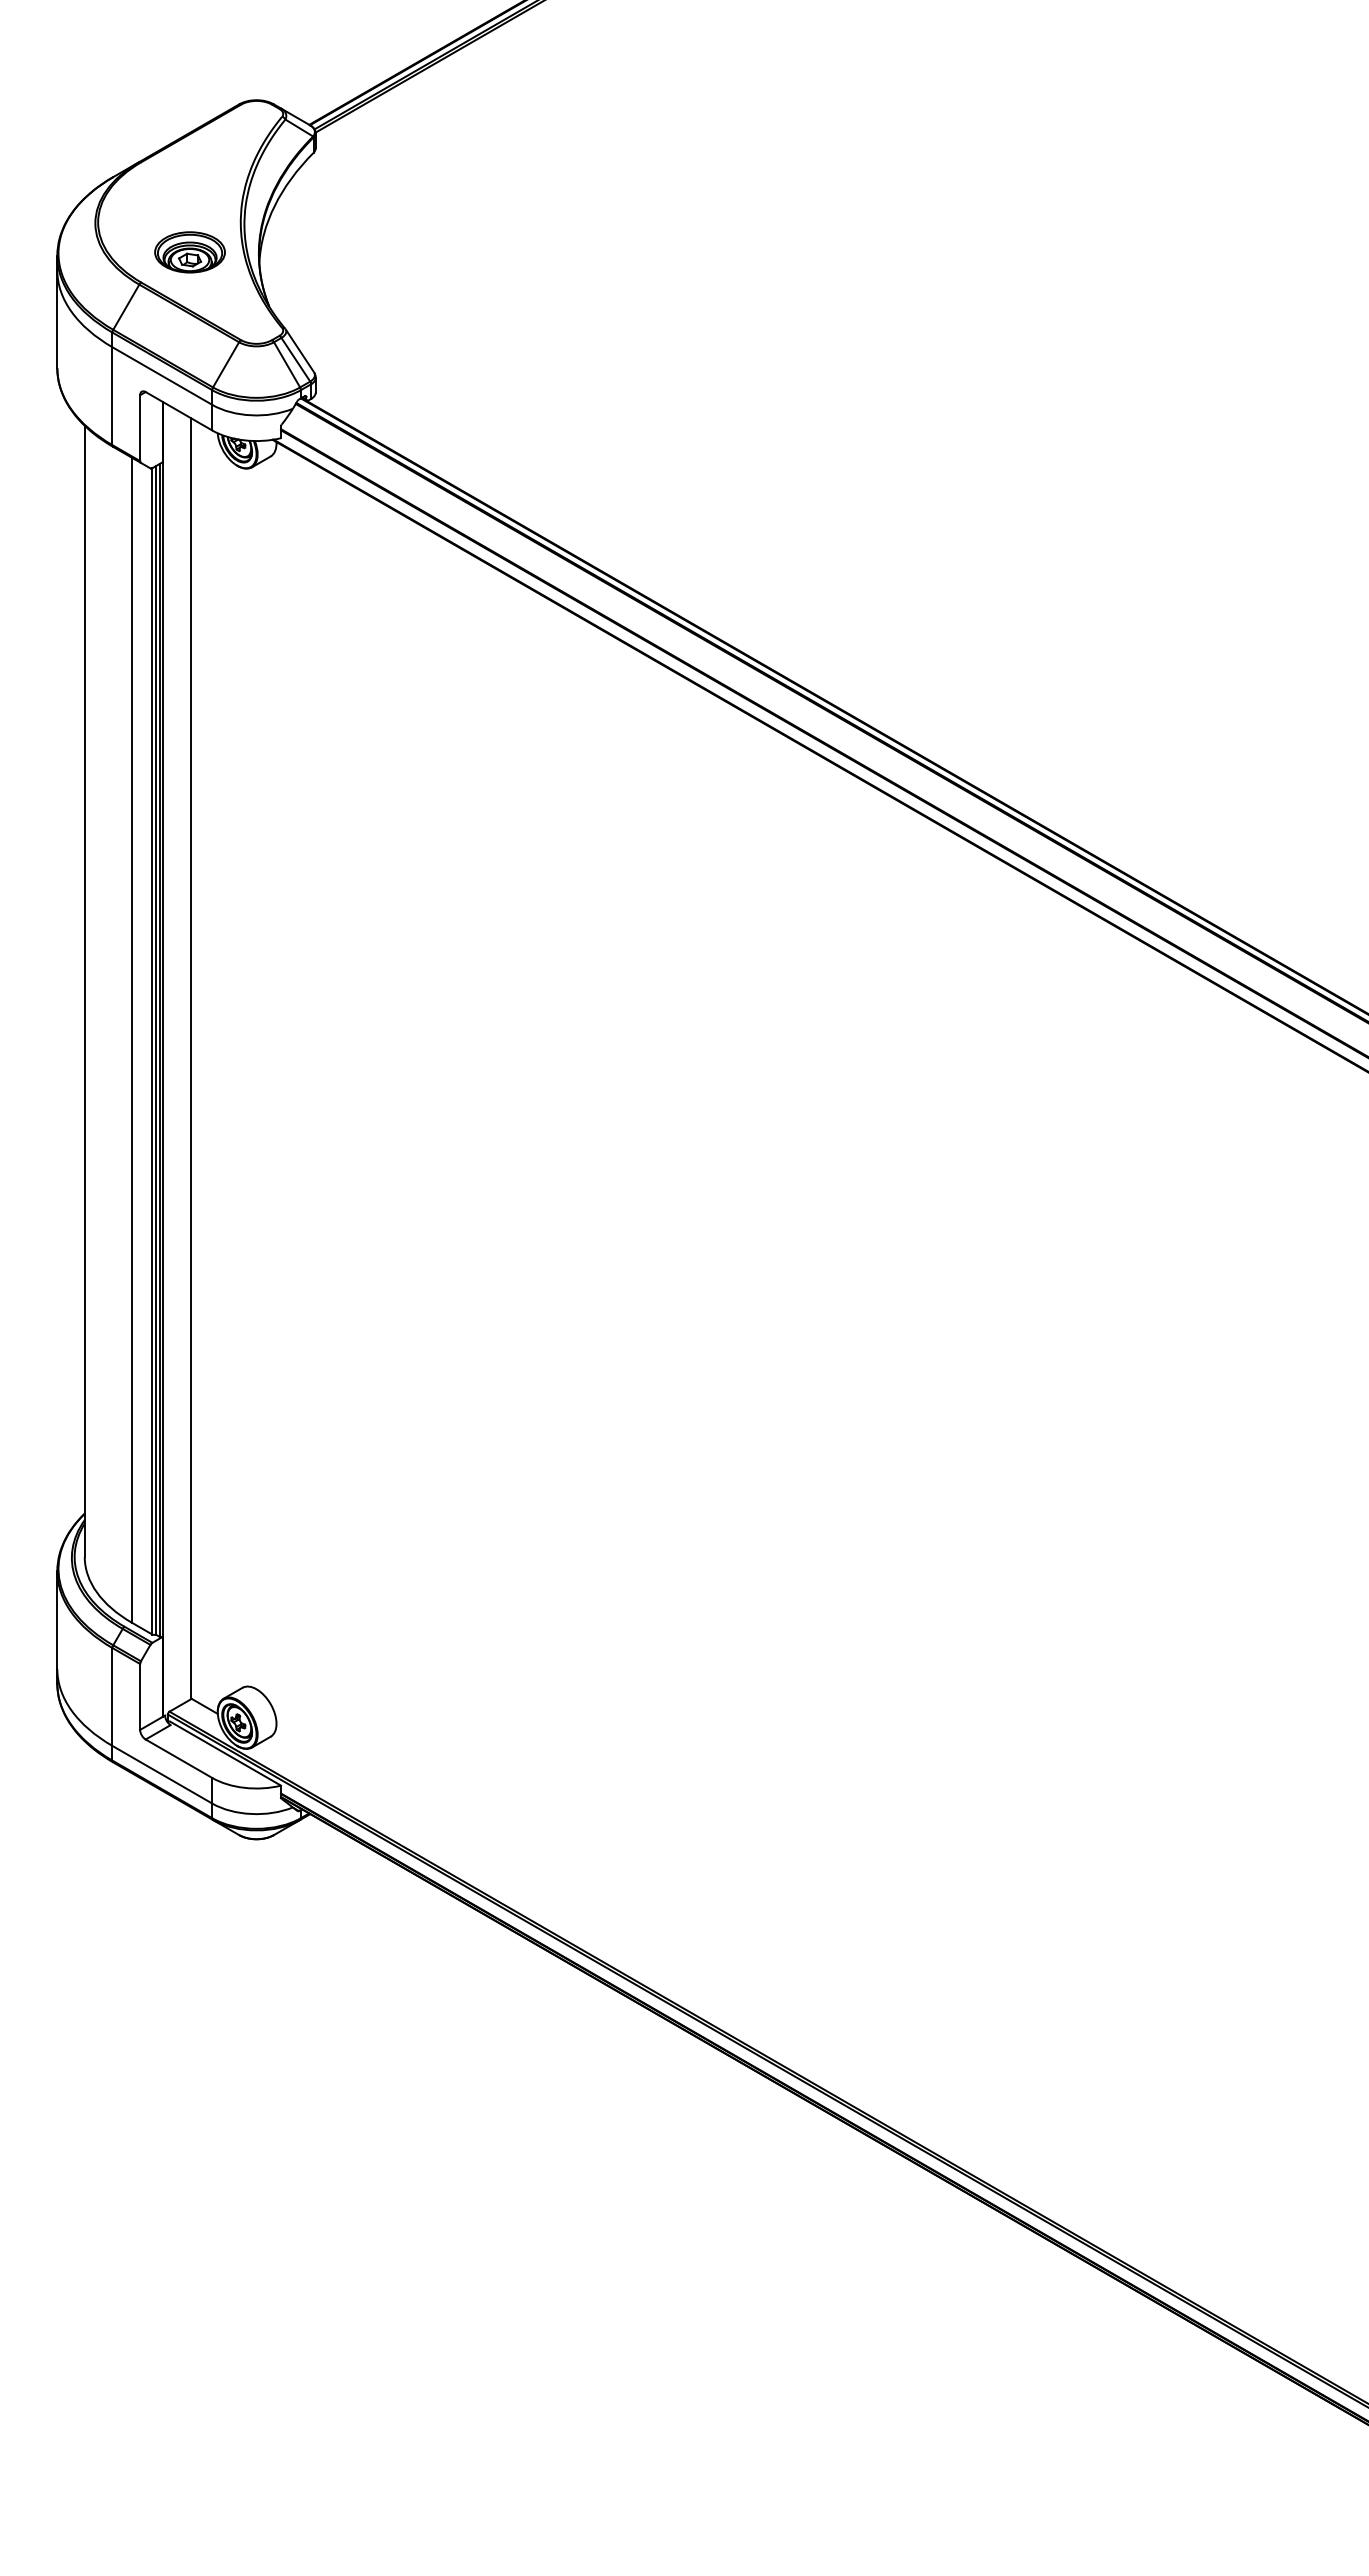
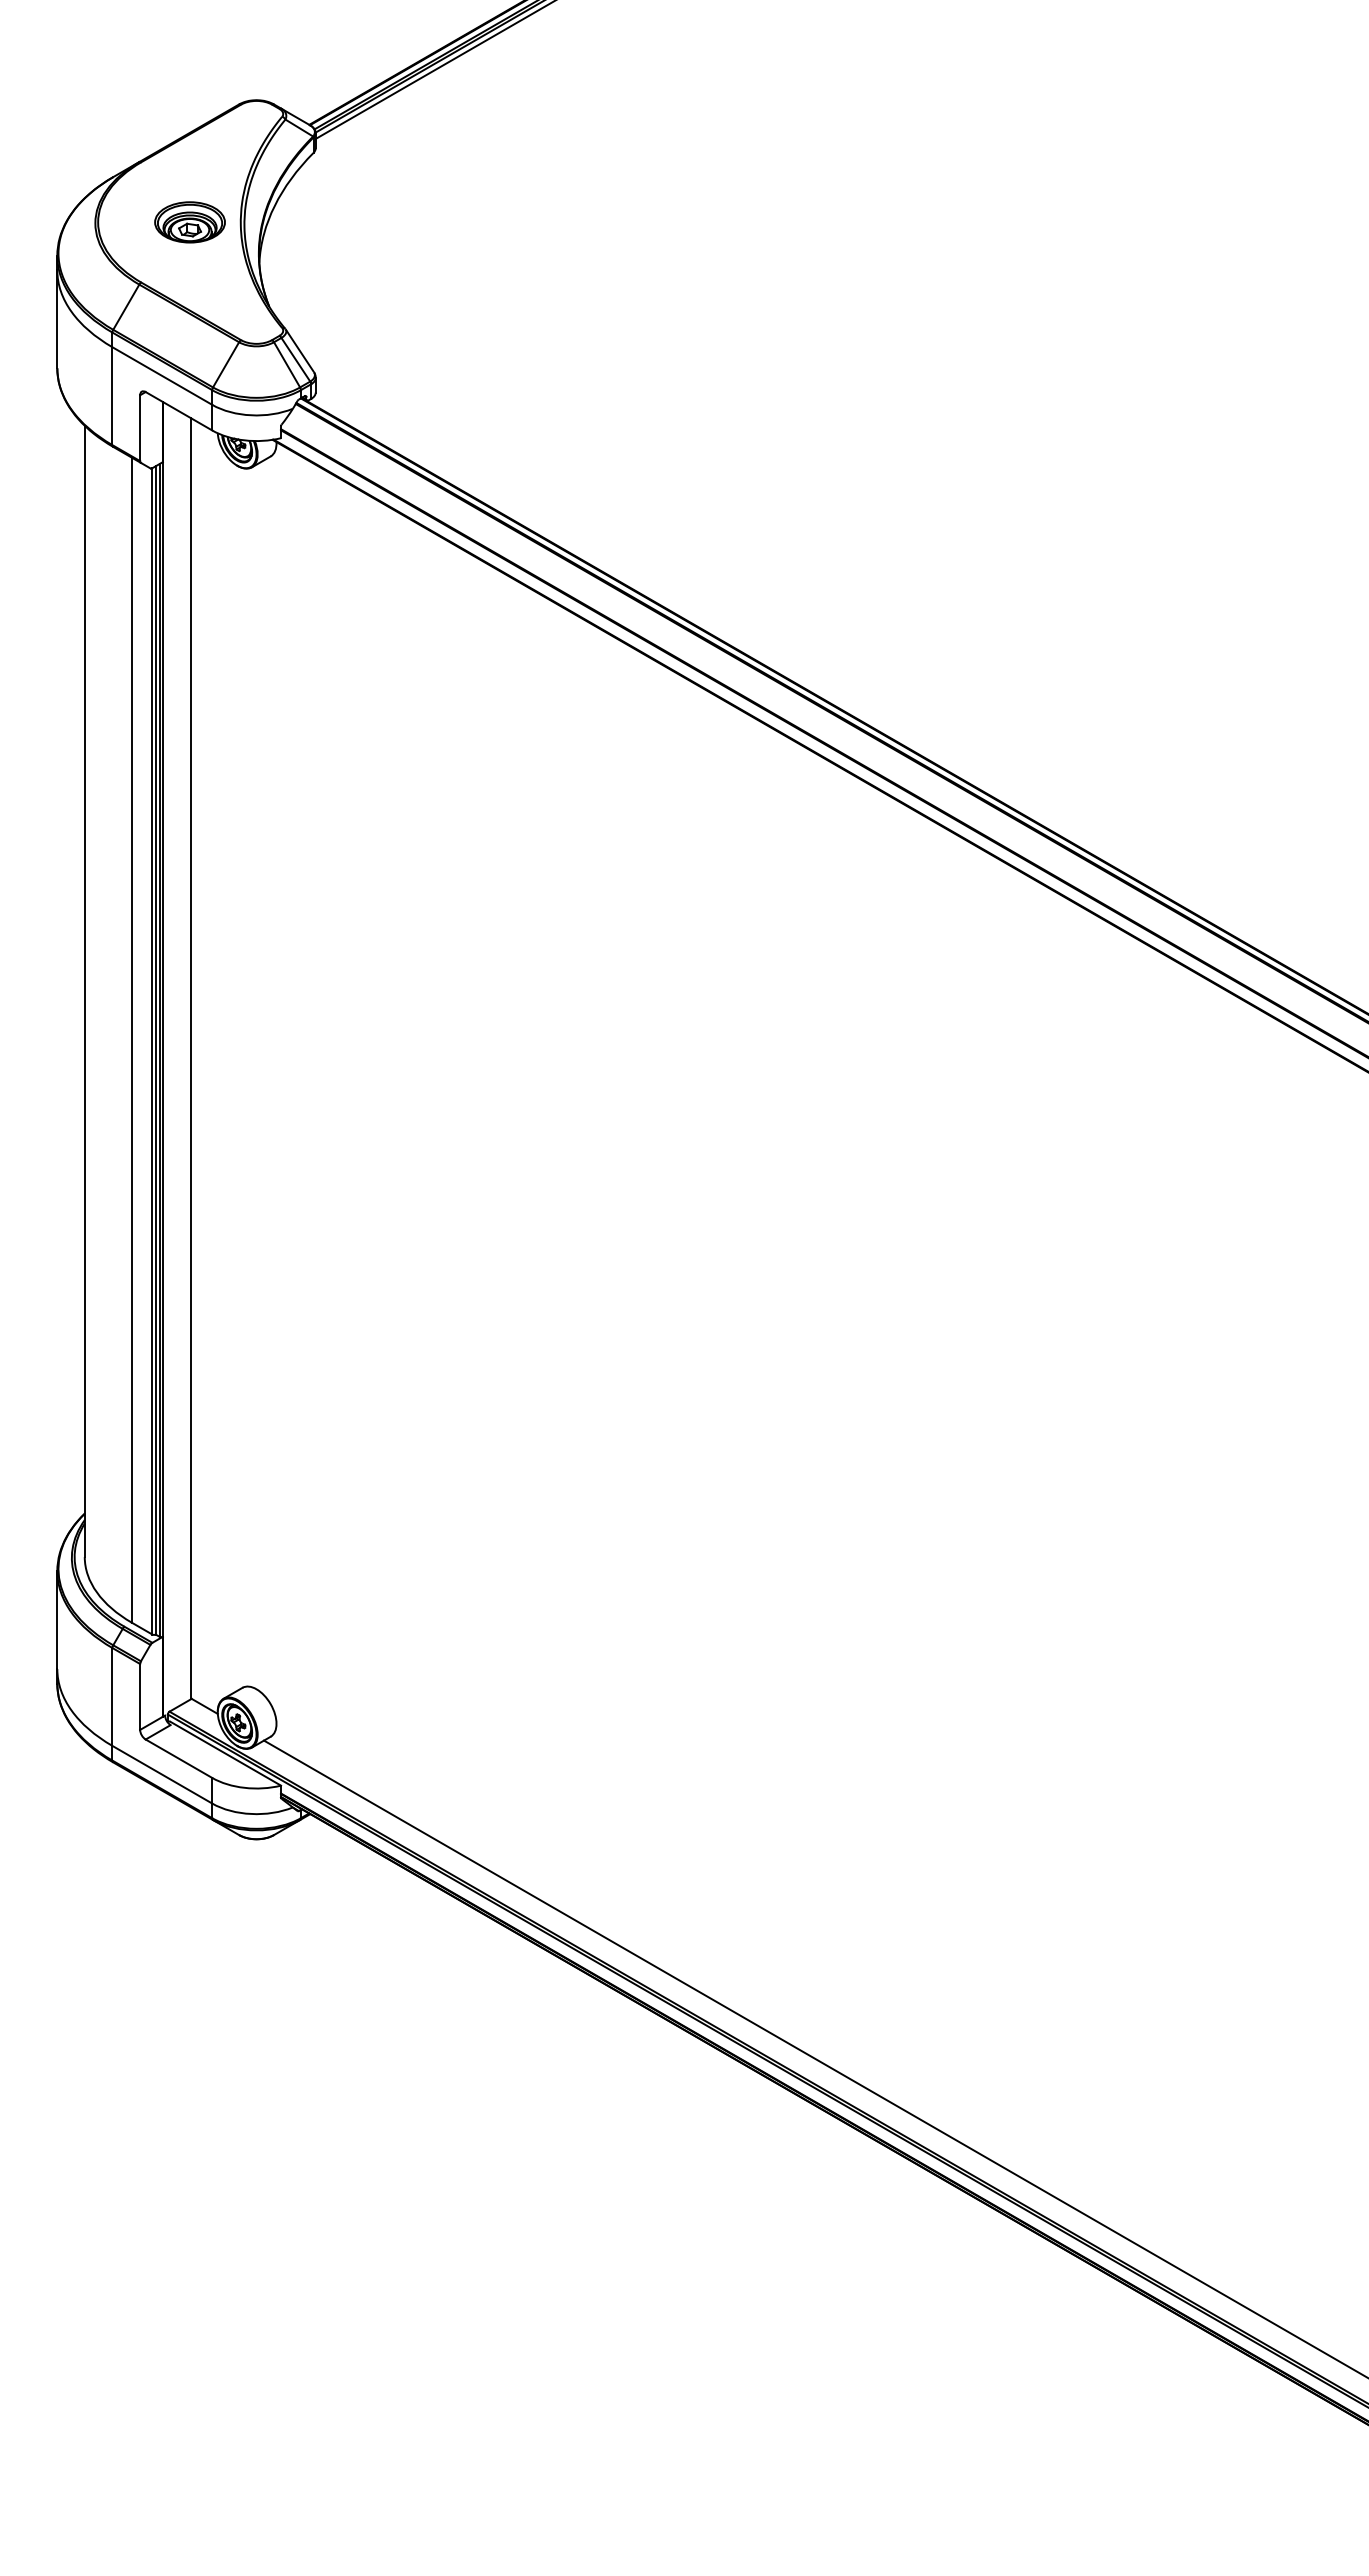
line at (433, 70): none -> present
part at (189, 252) position: (189, 252) -> (189, 222)
line at (814, 2058): none -> present
